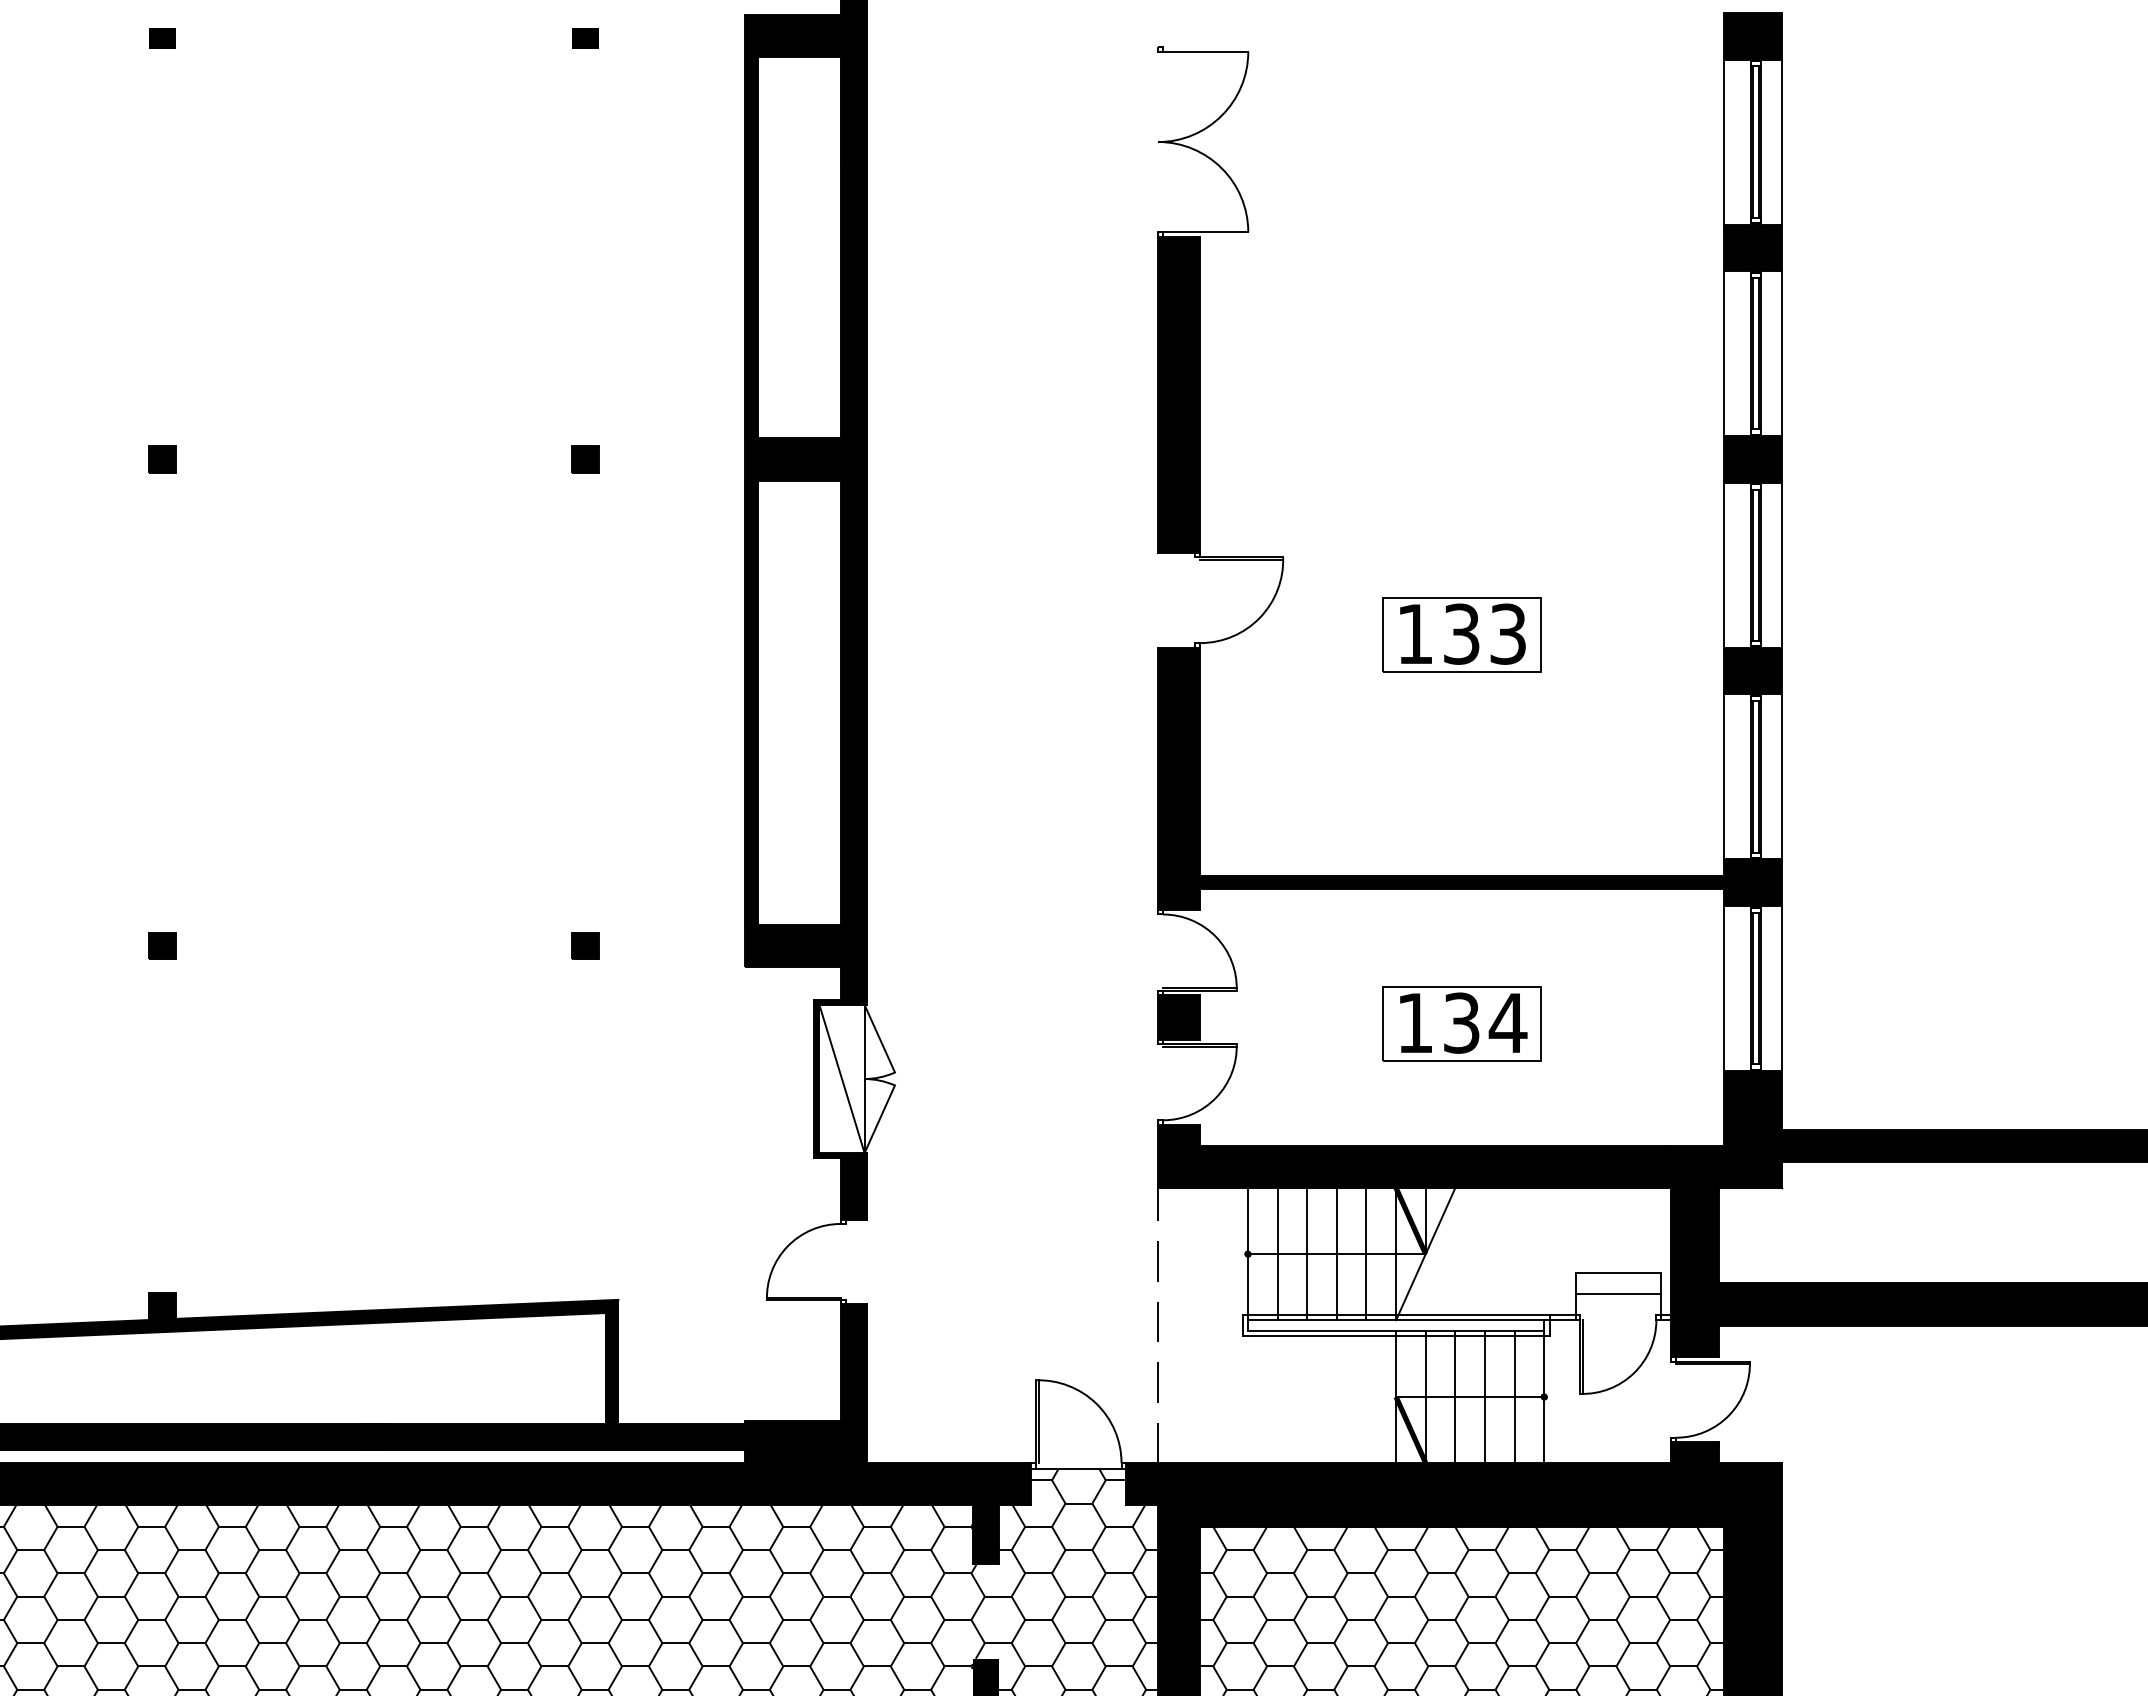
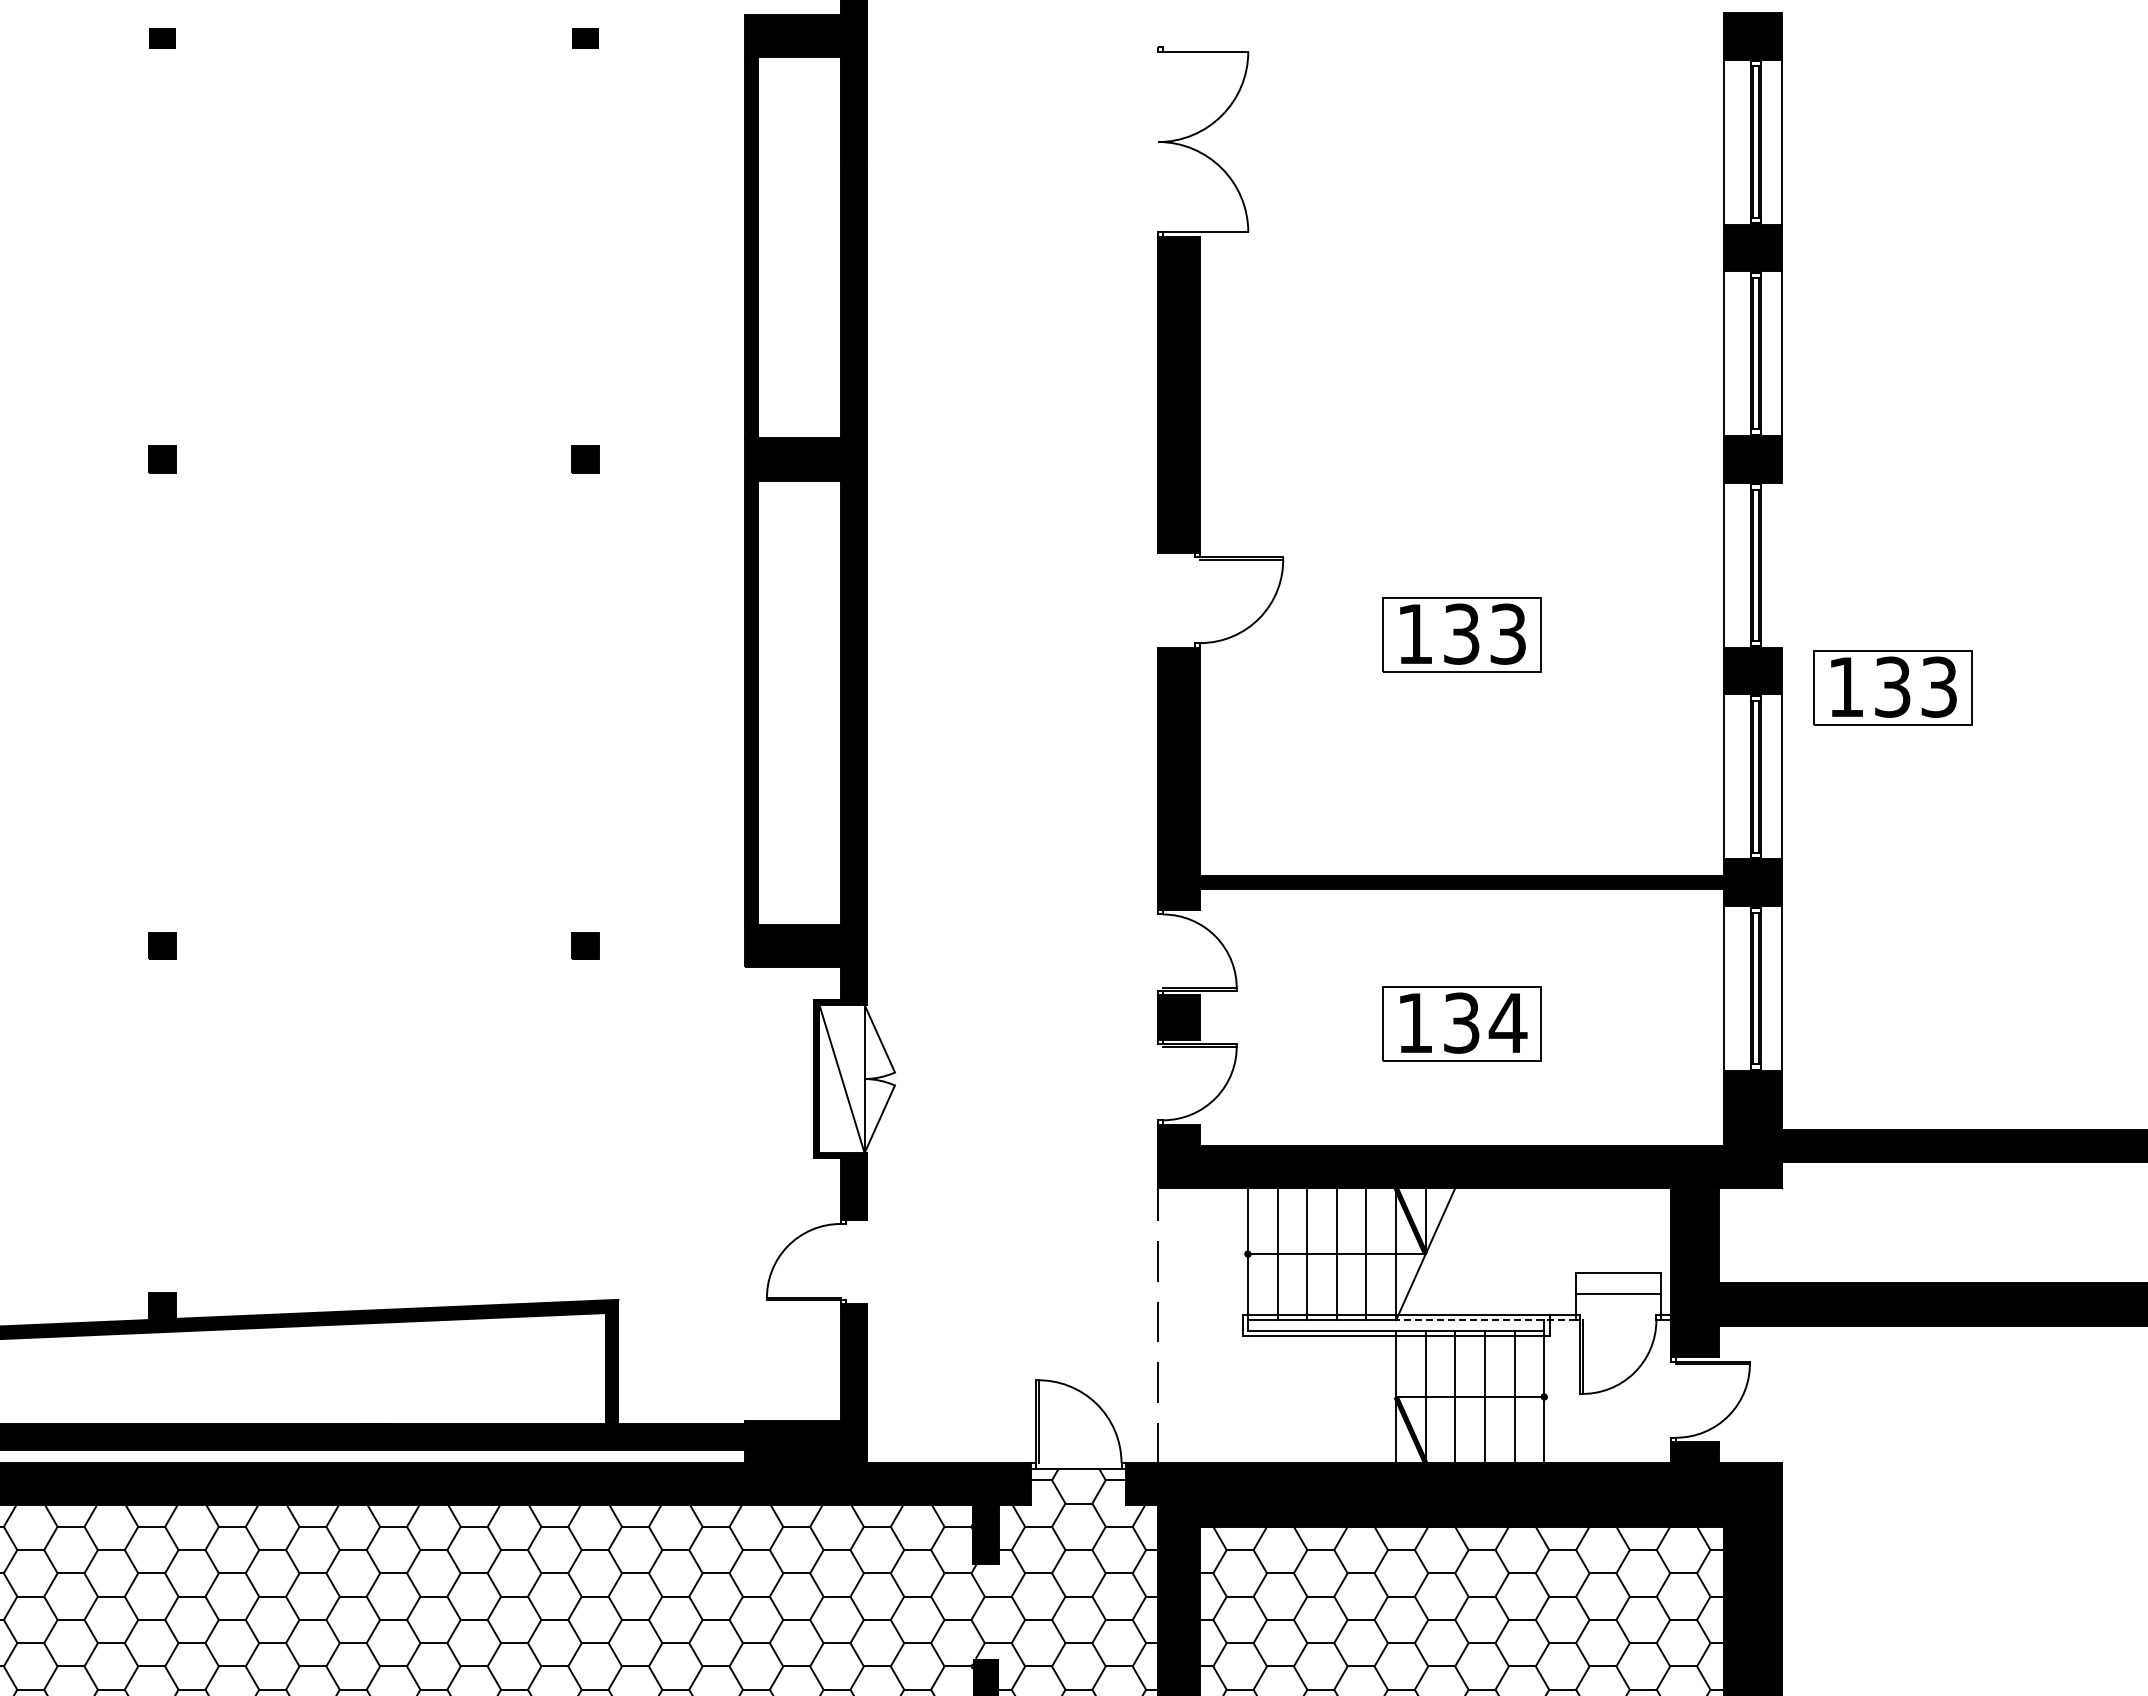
line at (1782, 564): present -> none
part at (1892, 687): none -> present
line at (1486, 1320): solid -> dashed
